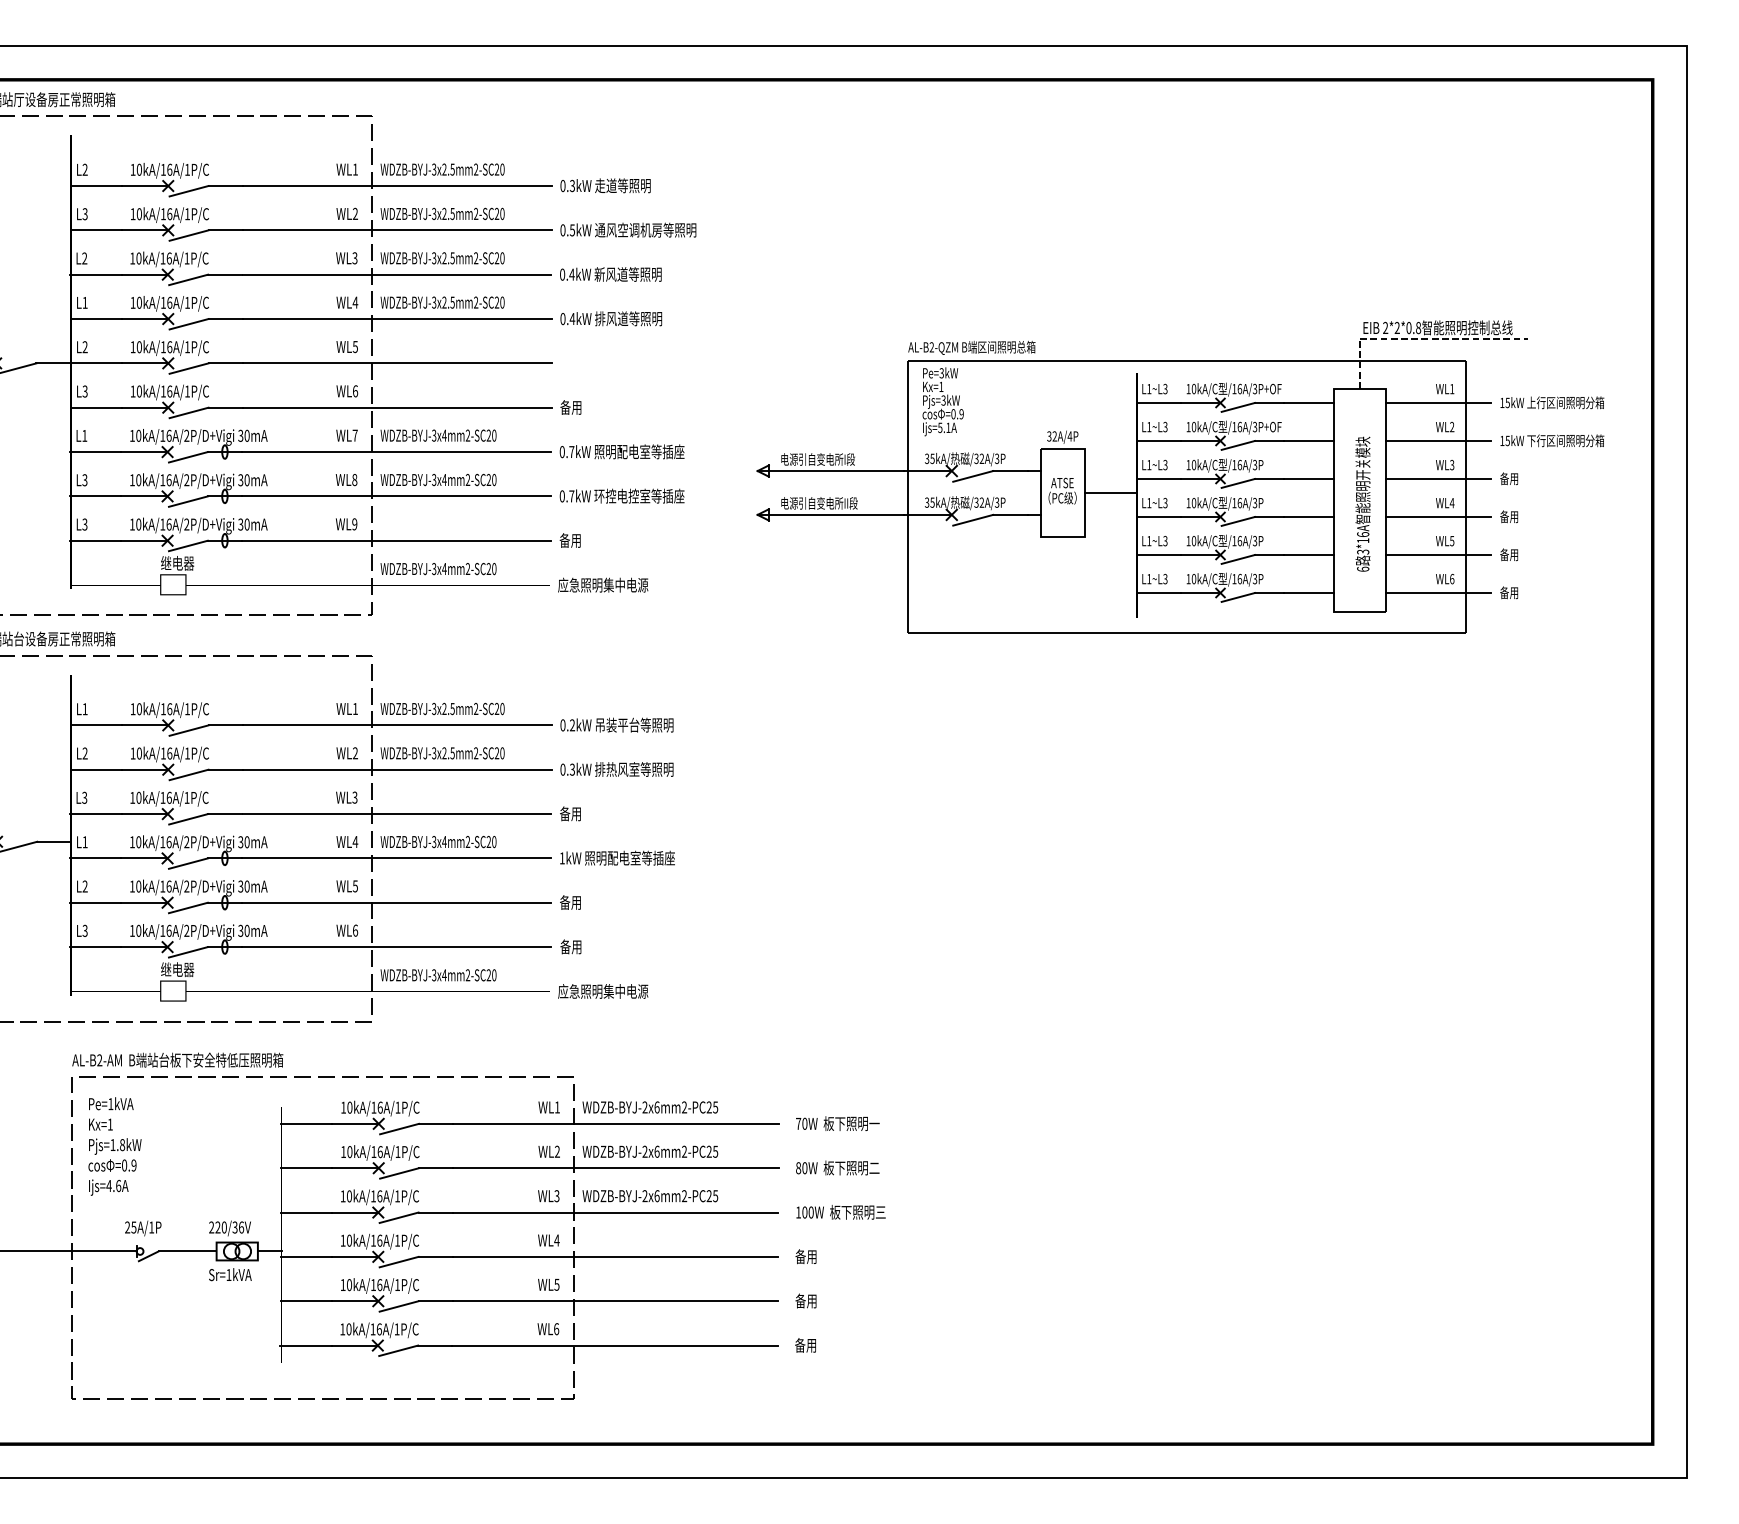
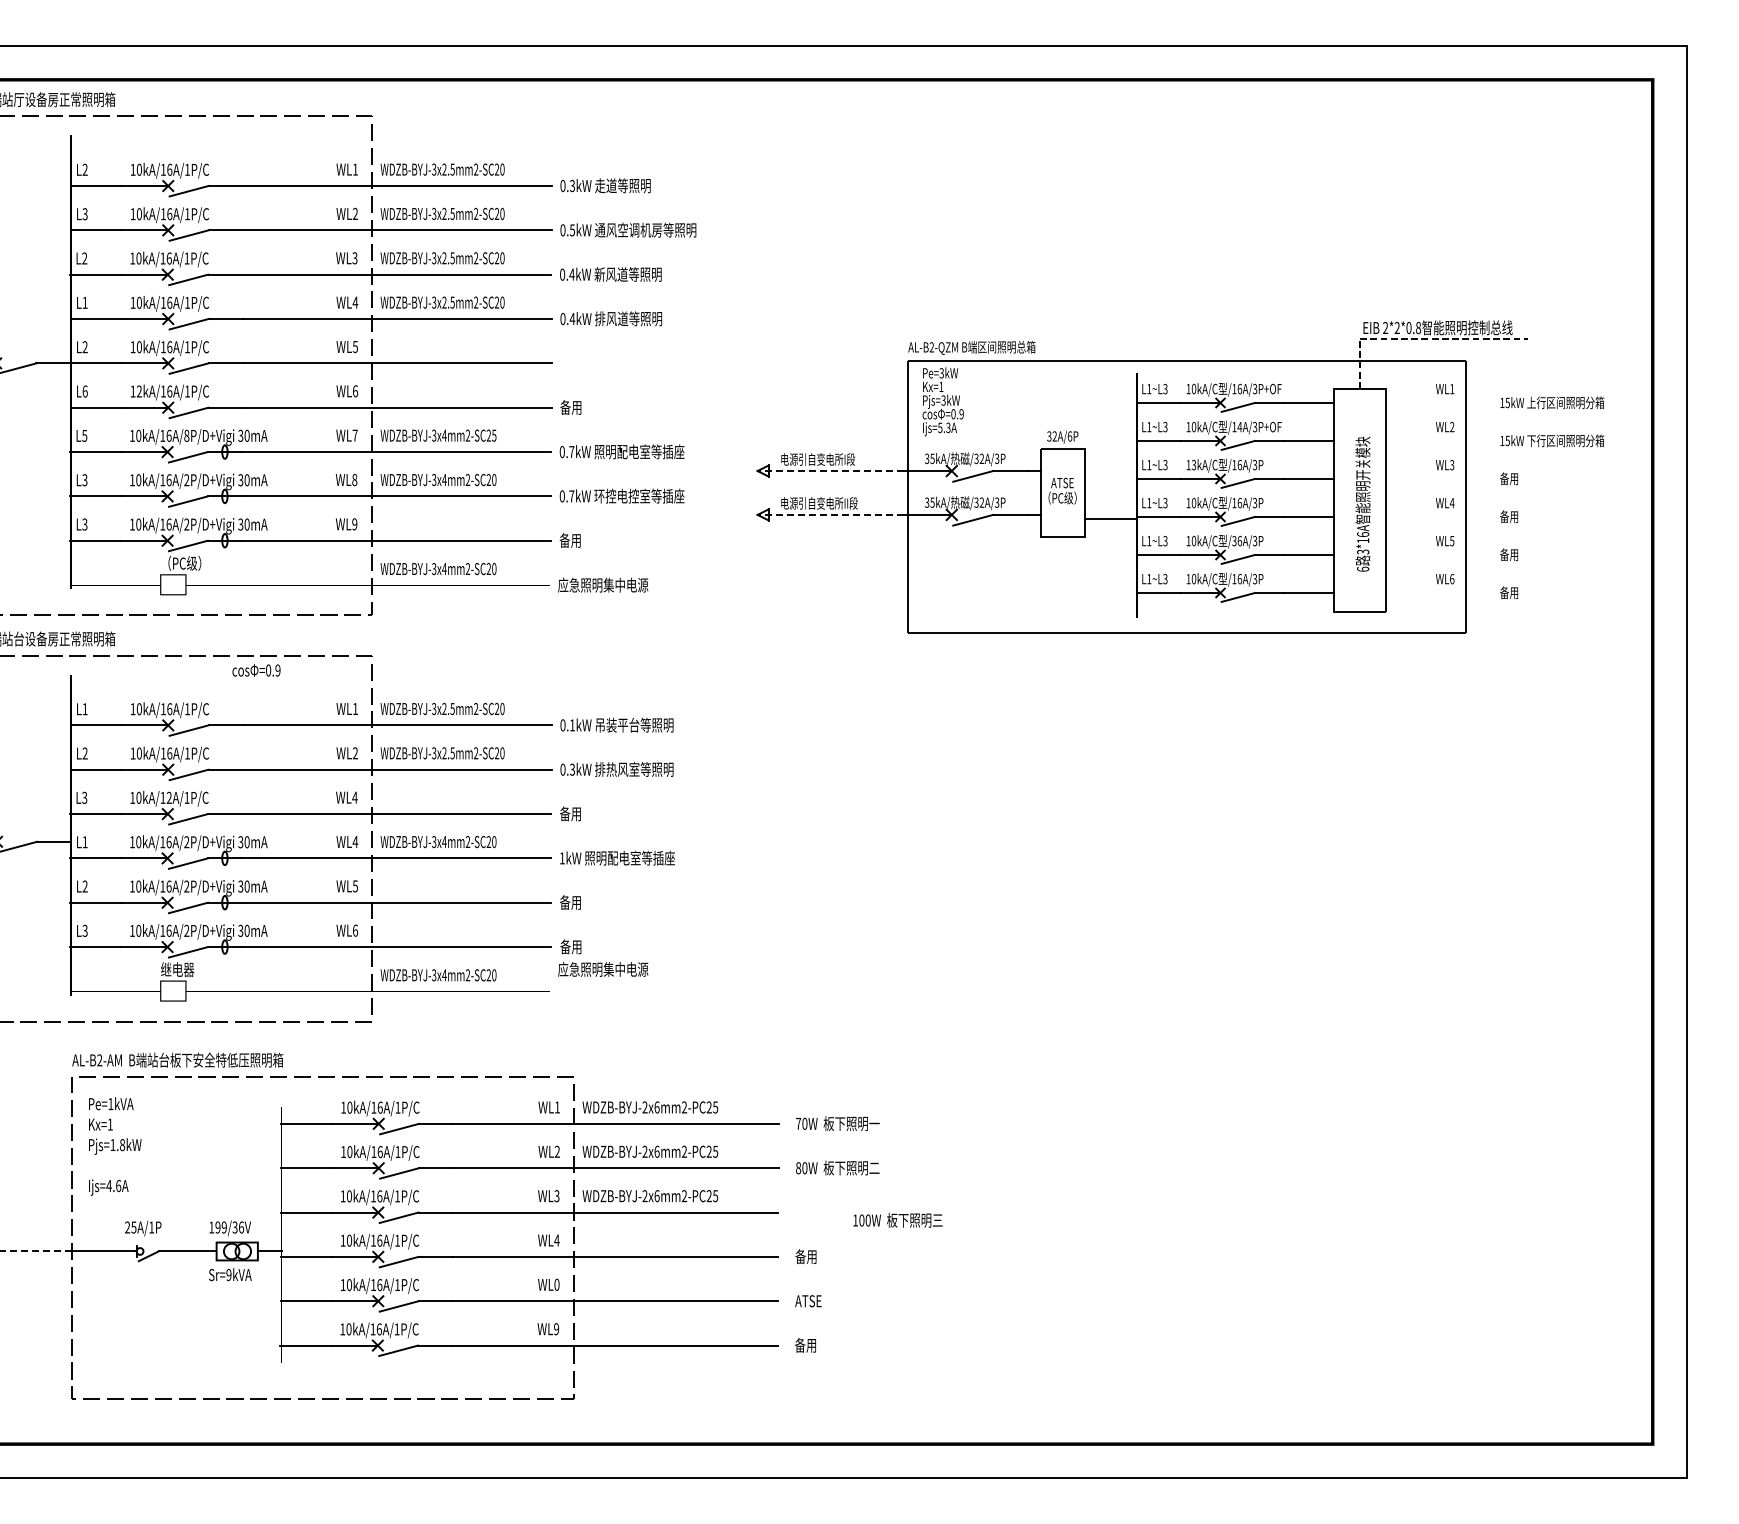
text at (84, 391): L3 -> L6
text at (138, 391): 10kA/16A/1P/C -> 12kA/16A/1P/C
line at (1438, 402): present -> none
text at (1239, 426): /16A/3P+OF -> /14A/3P+OF
text at (948, 427): Ijs=5.1A -> Ijs=5.3A
text at (84, 435): L1 -> L5
text at (186, 435): 10kA/16A/2P/D+Vigi -> 10kA/16A/8P/D+Vigi
text at (494, 435): WDZB-BYJ-3x4mm2-SC20 -> WDZB-BYJ-3x4mm2-SC25
text at (1069, 436): 32A/4P -> 32A/6P
line at (1438, 440): present -> none
text at (1193, 465): 10kA/C -> 13kA/C
line at (830, 471): solid -> dashed
line at (1438, 478): present -> none
line at (1110, 492) position: (1110, 492) -> (1110, 518)
line at (830, 514): solid -> dashed
line at (1438, 516): present -> none
text at (1234, 540): /16A/3P -> /36A/3P
line at (1438, 554): present -> none
text at (181, 562): 继电器 -> （PC级）
line at (1438, 593): present -> none
text at (572, 725): 0.2kW -> 0.1kW
text at (168, 797): 10kA/16A/1P/C -> 10kA/12A/1P/C
text at (354, 797): WL3 -> WL4
text at (603, 991) position: (603, 991) -> (603, 969)
text at (112, 1165) position: (112, 1165) -> (256, 670)
text at (840, 1212) position: (840, 1212) -> (897, 1220)
text at (217, 1227): 220/36V -> 199/36V
line at (35, 1251): solid -> dashed
text at (228, 1275): Sr=1kVA -> Sr=9kVA
text at (556, 1284): WL5 -> WL0
text at (808, 1300): 备用 -> ATSE
text at (556, 1329): WL6 -> WL9
